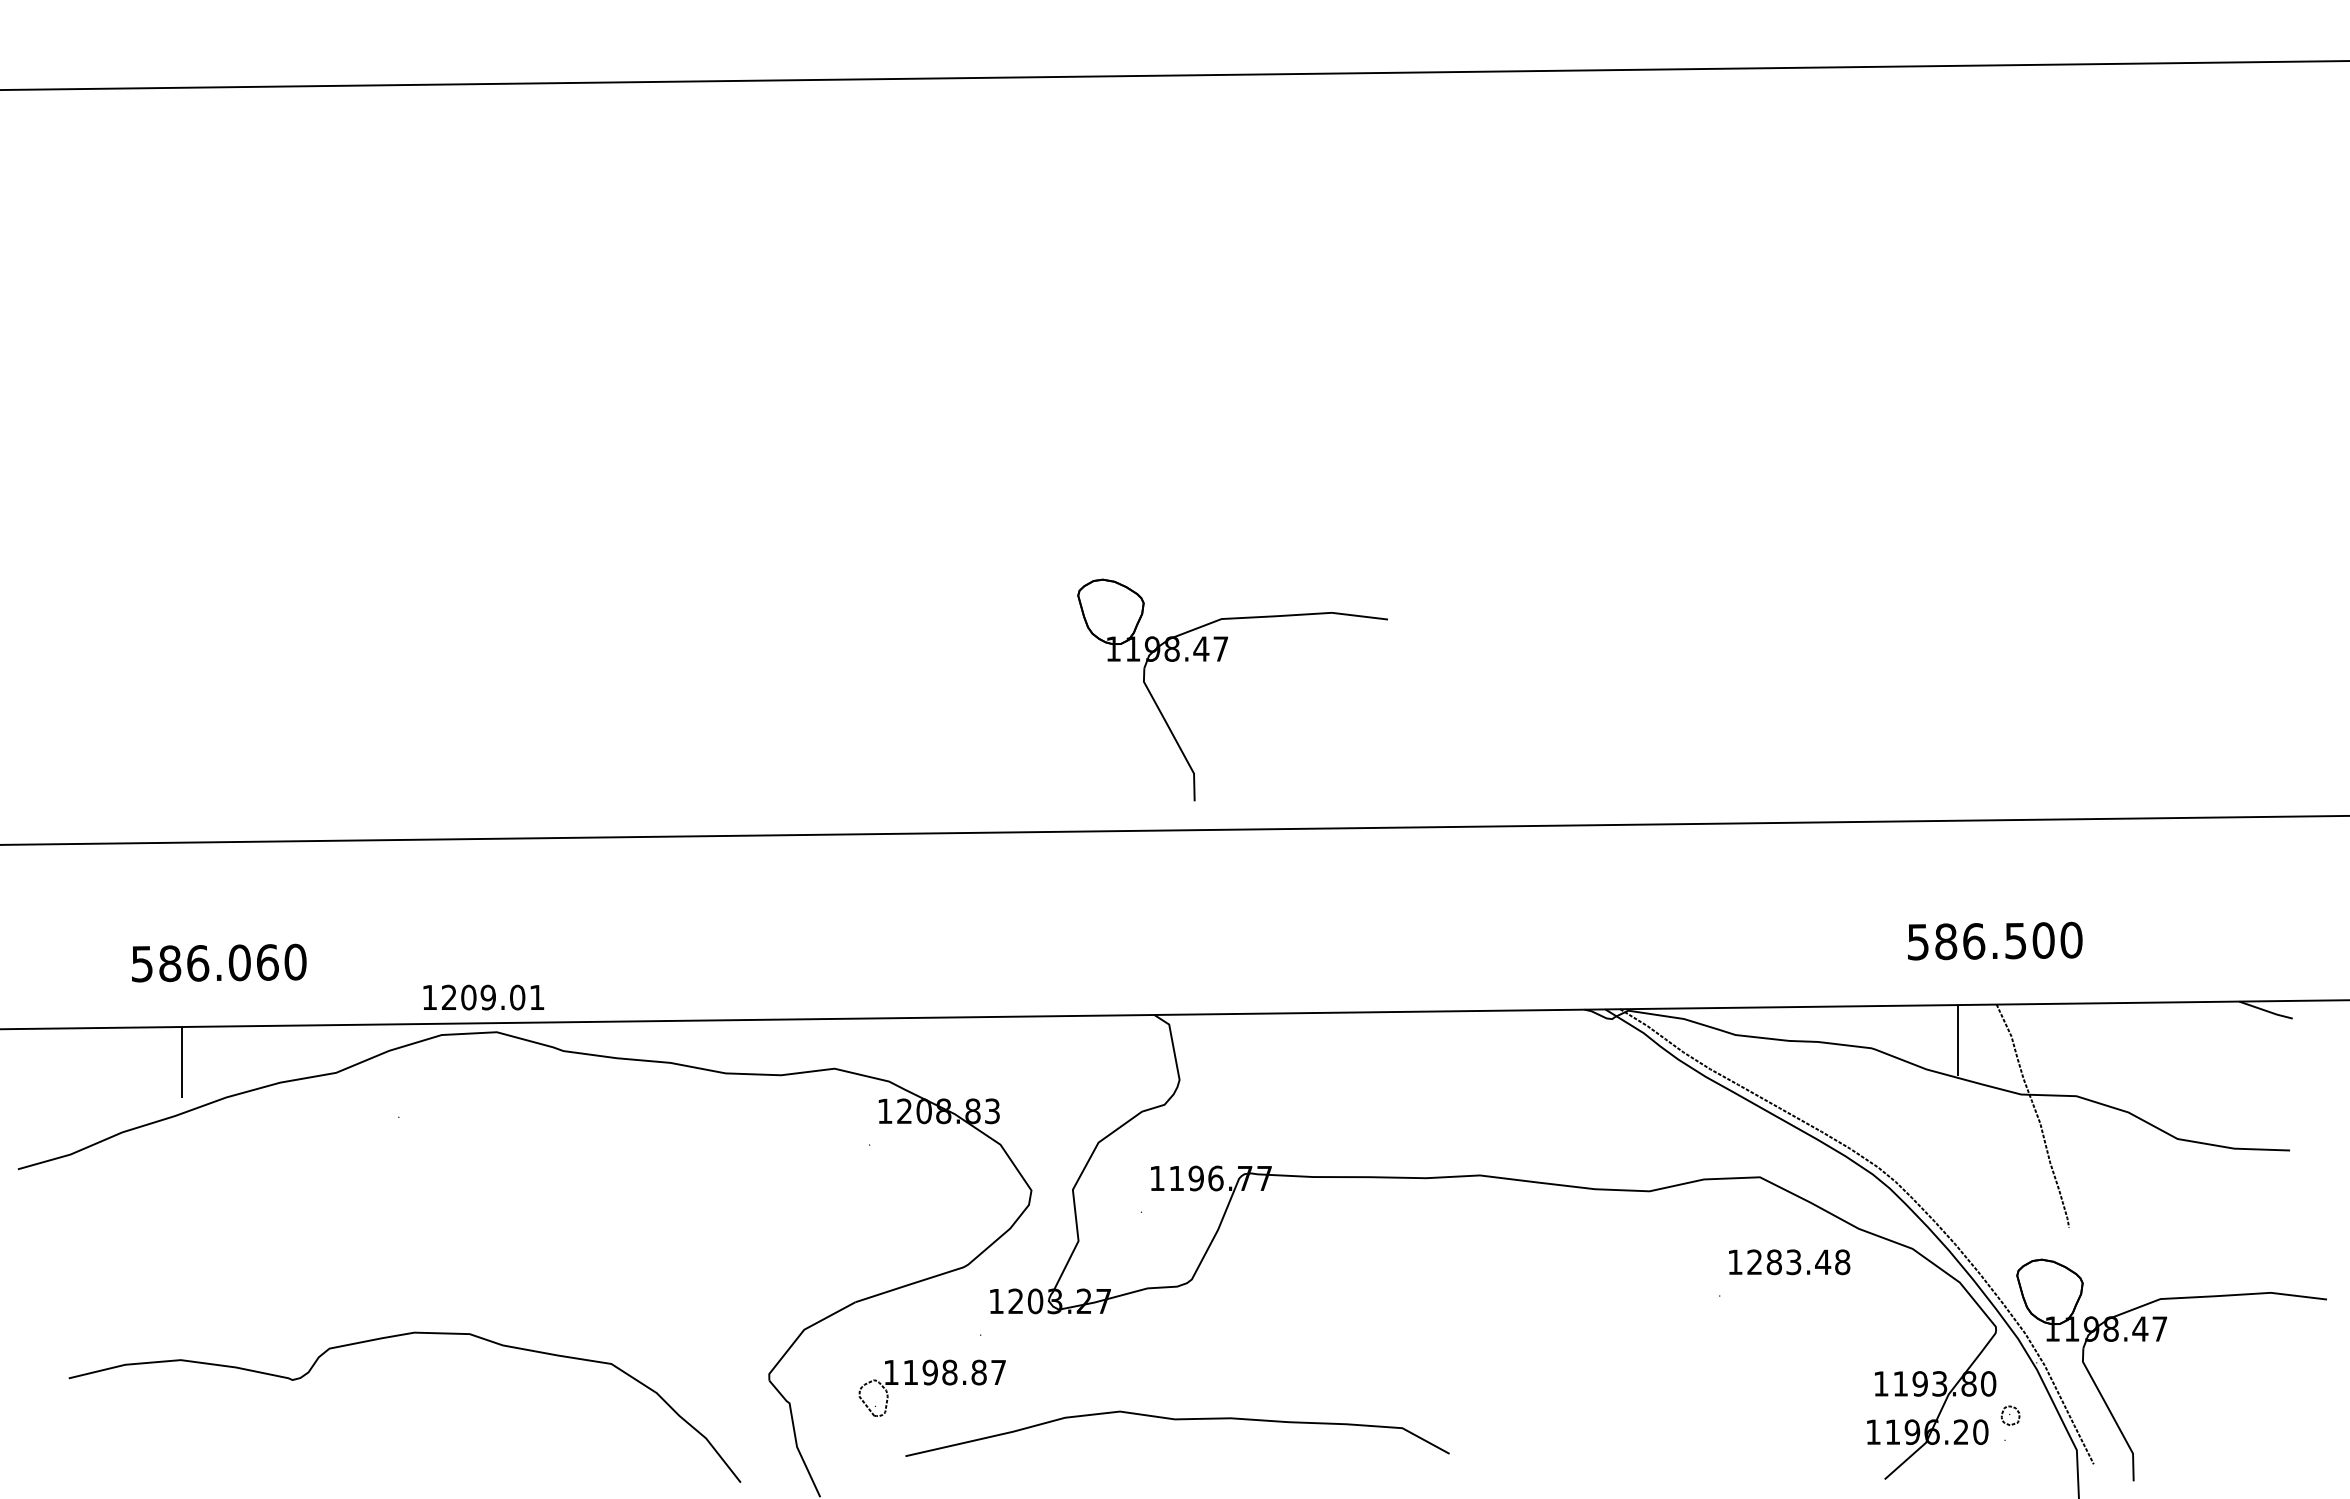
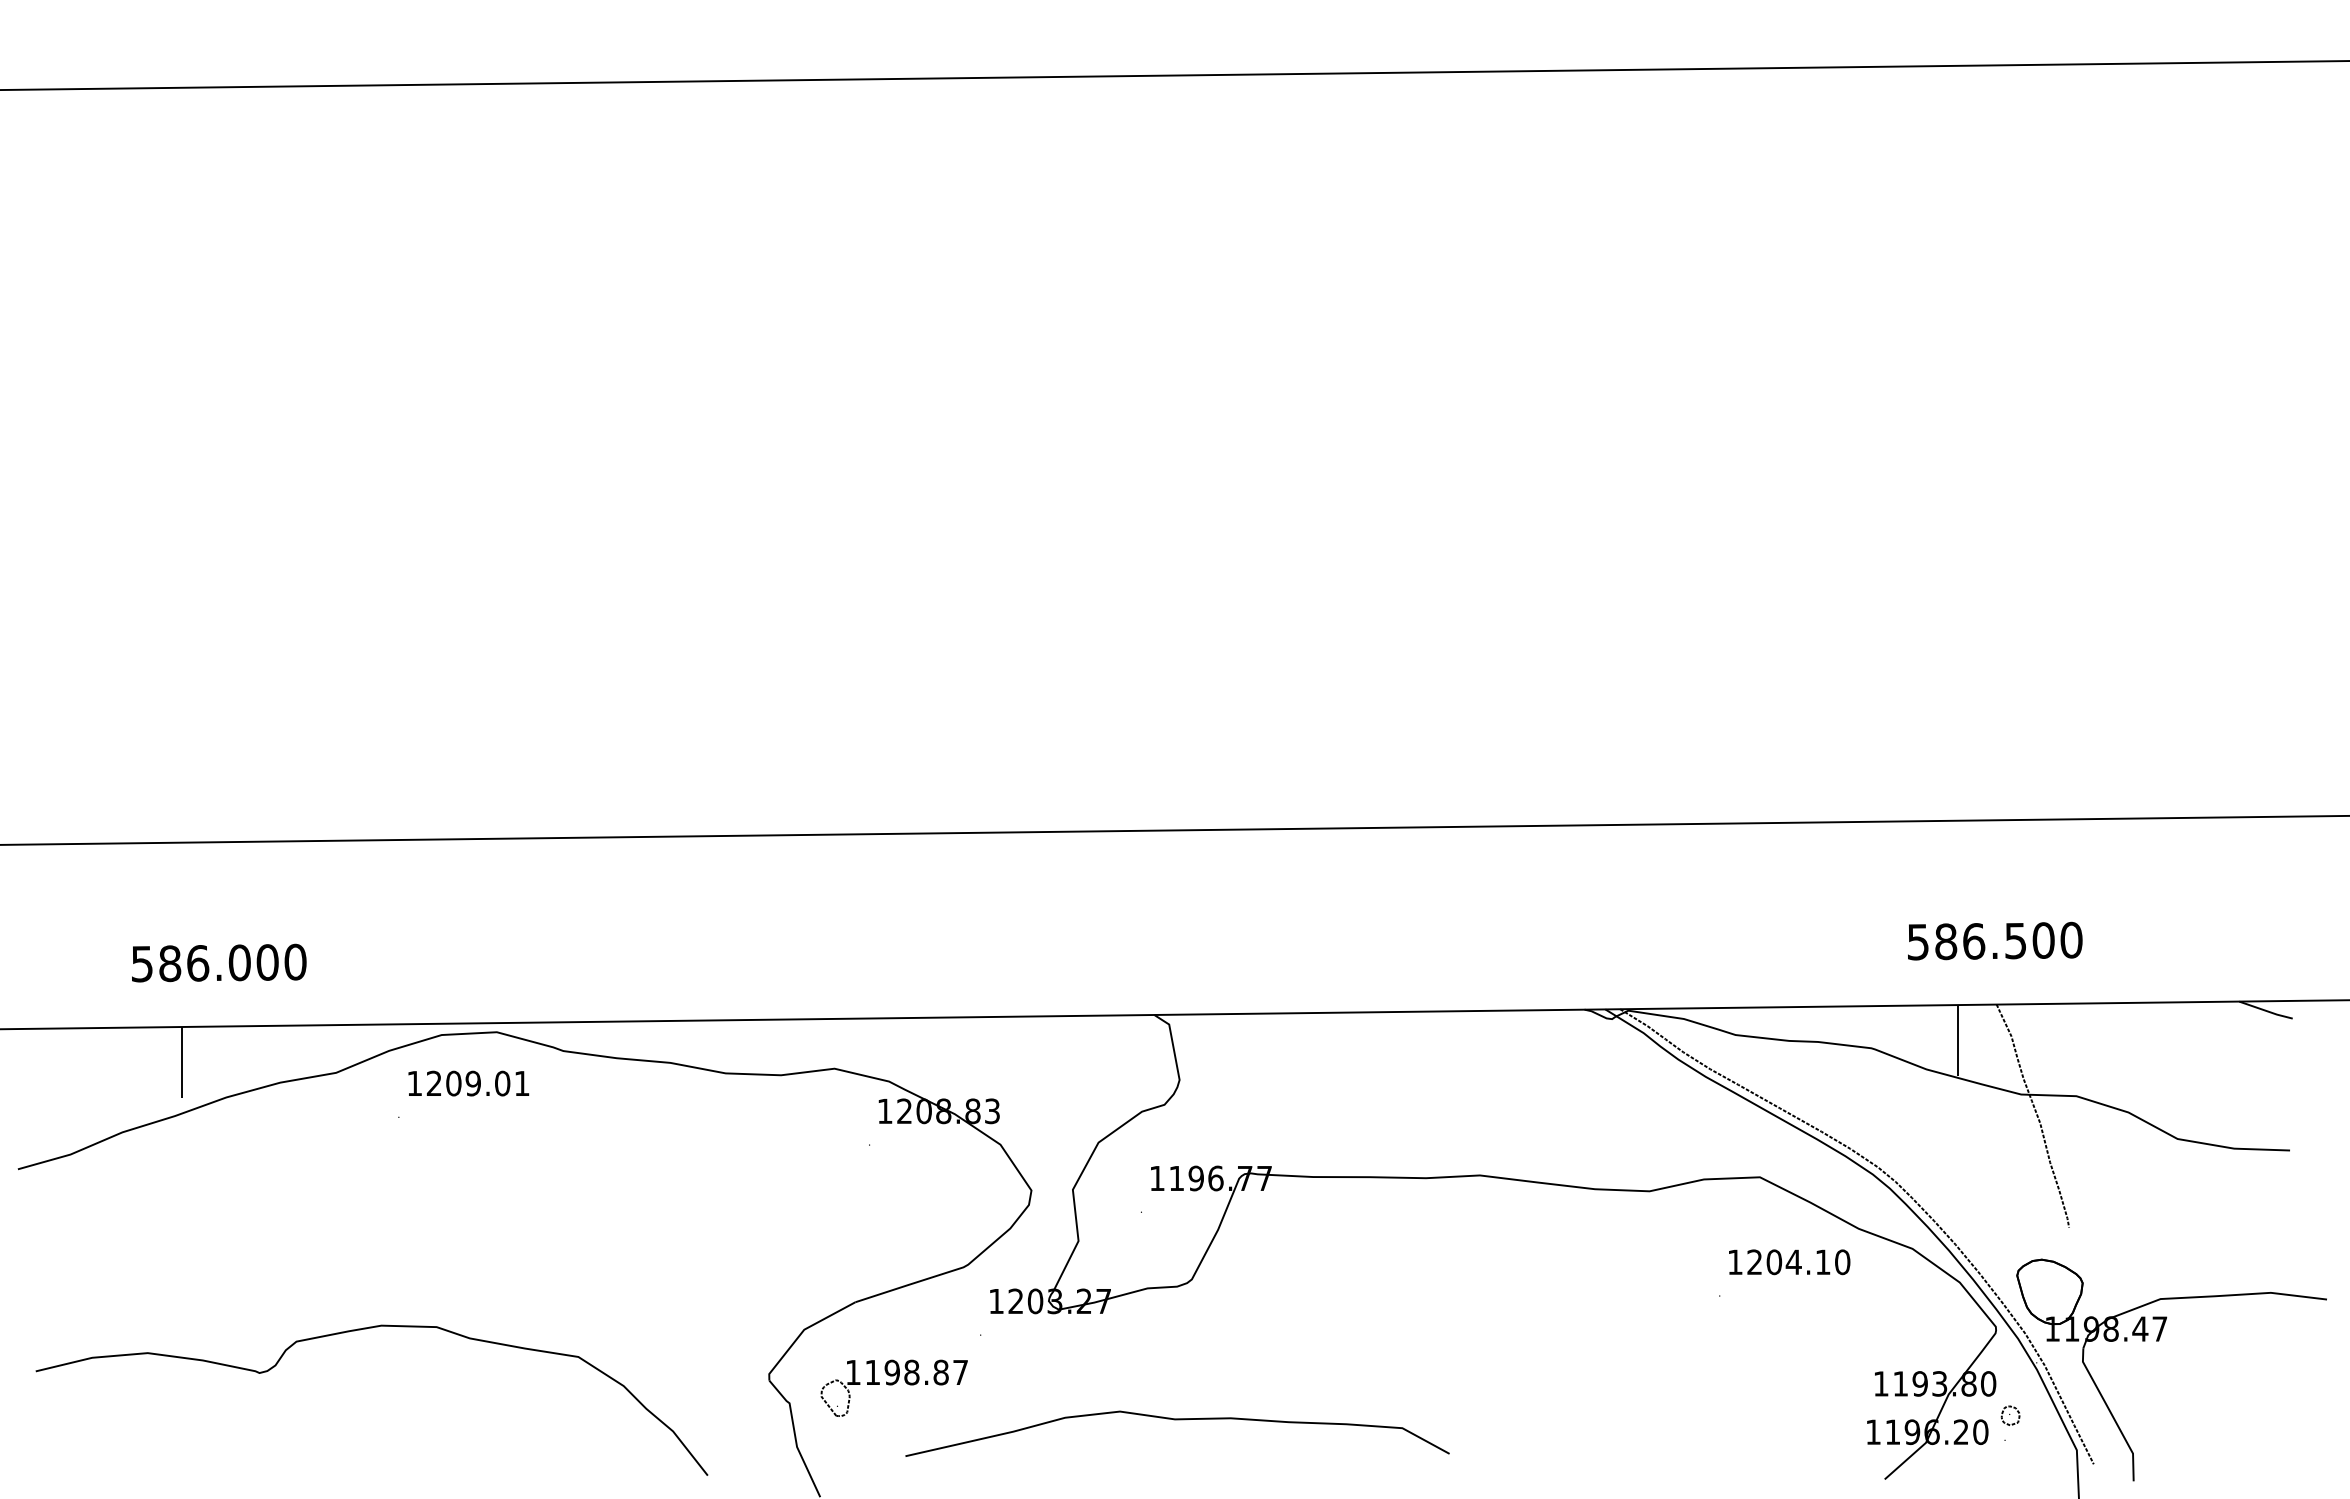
part at (1219, 661): present -> none
text at (267, 962): 586.060 -> 586.000
text at (483, 997) position: (483, 997) -> (468, 1083)
text at (1808, 1262): 1283.48 -> 1204.10
curve at (393, 1337) position: (393, 1337) -> (360, 1330)
part at (931, 1387) position: (931, 1387) -> (893, 1387)
